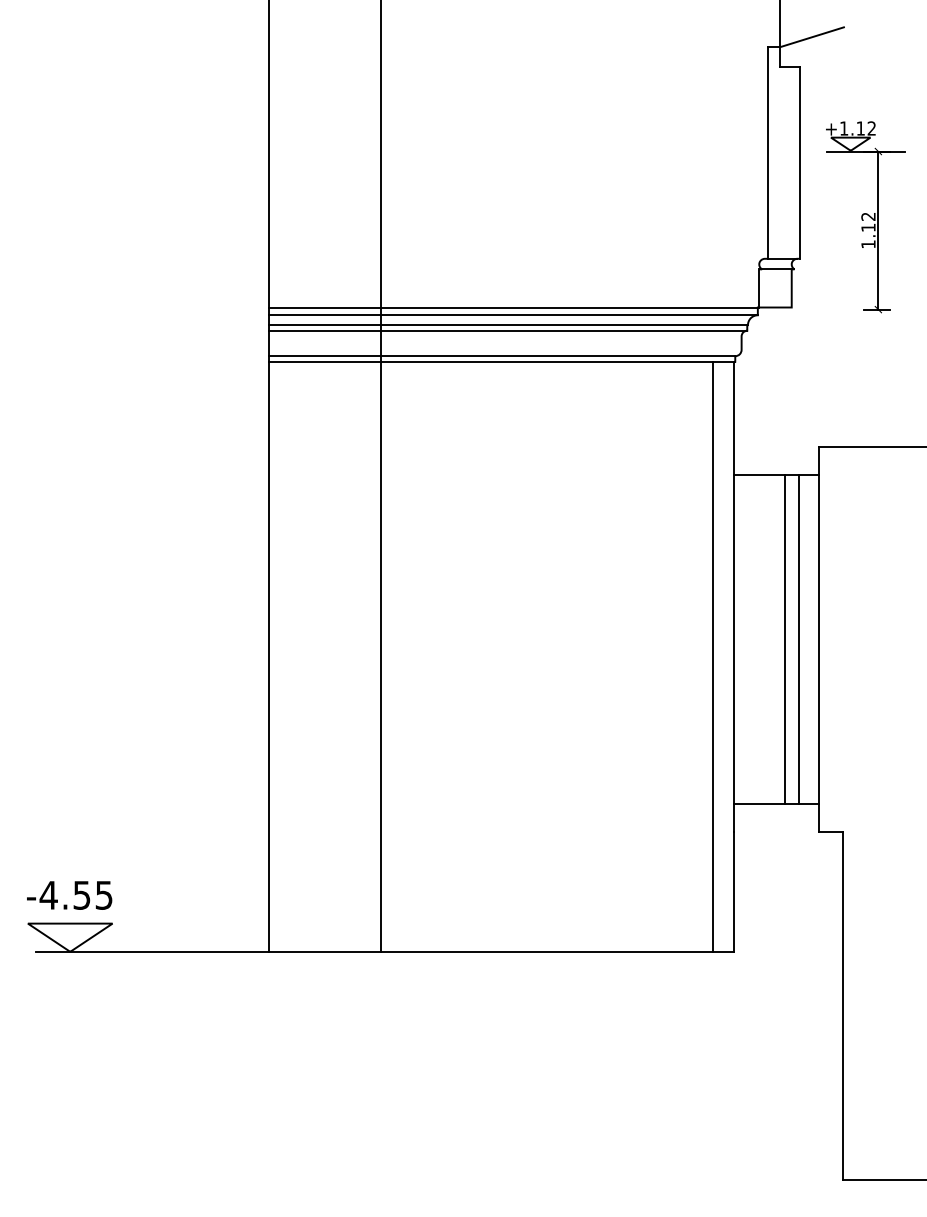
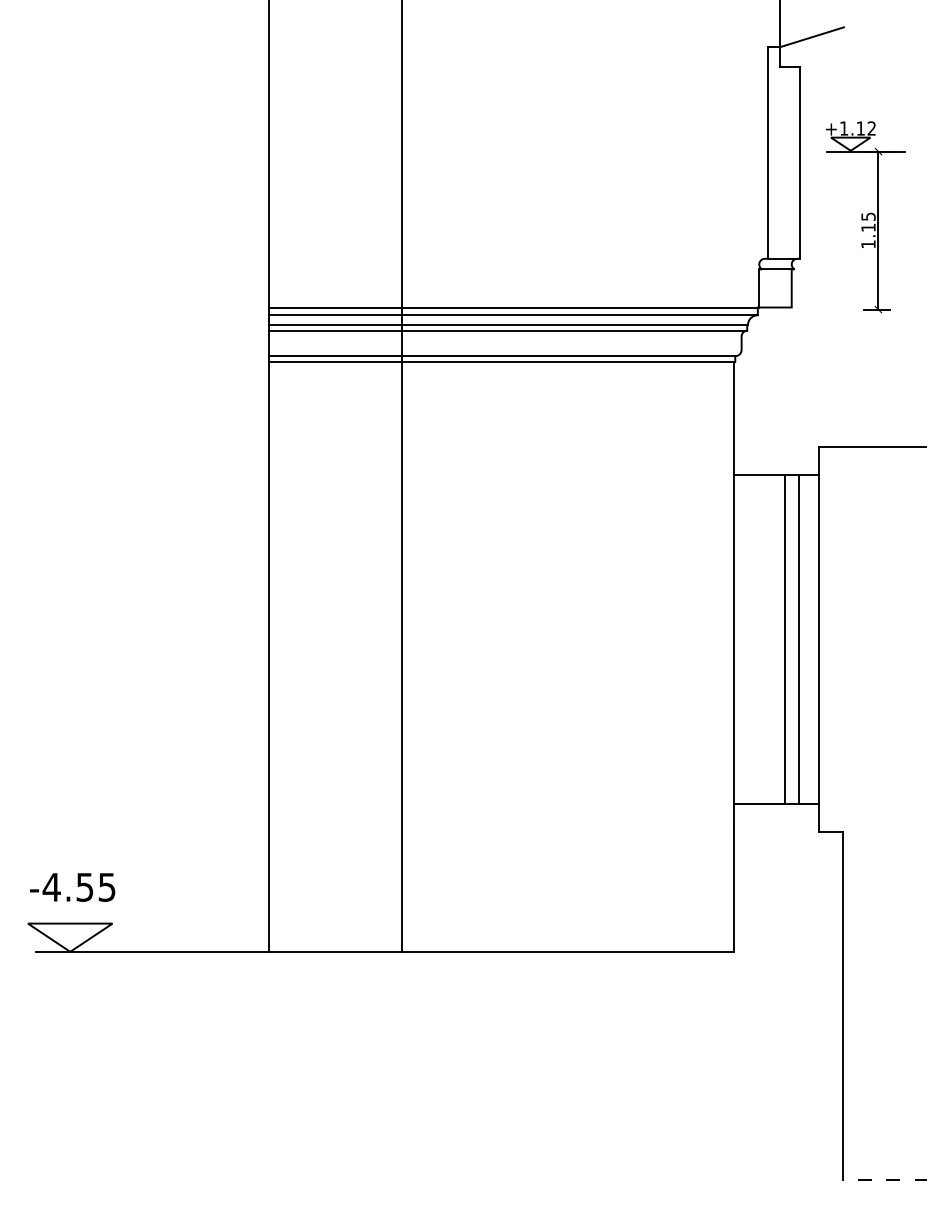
text at (868, 216): 1.12 -> 1.15
line at (380, 476) position: (380, 476) -> (401, 476)
line at (712, 656): present -> none
text at (69, 895) position: (69, 895) -> (72, 887)
line at (884, 1180): solid -> dashed
